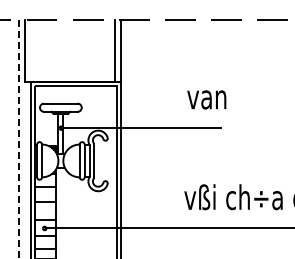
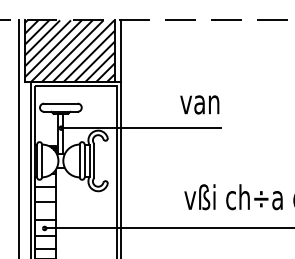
hatch at (69, 50): none -> present
text at (206, 99) position: (206, 99) -> (199, 104)
line at (18, 139): dashed -> solid
